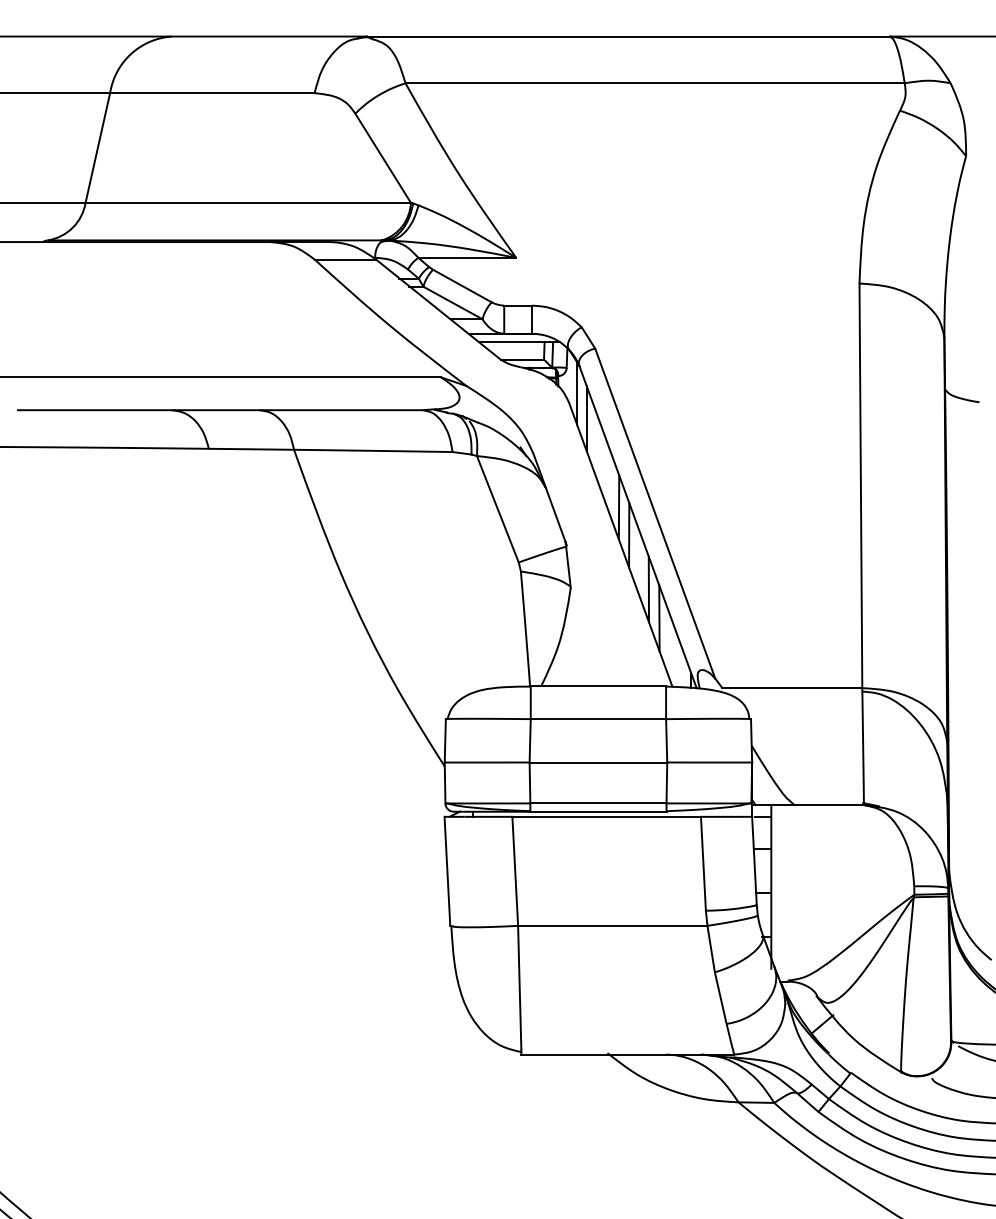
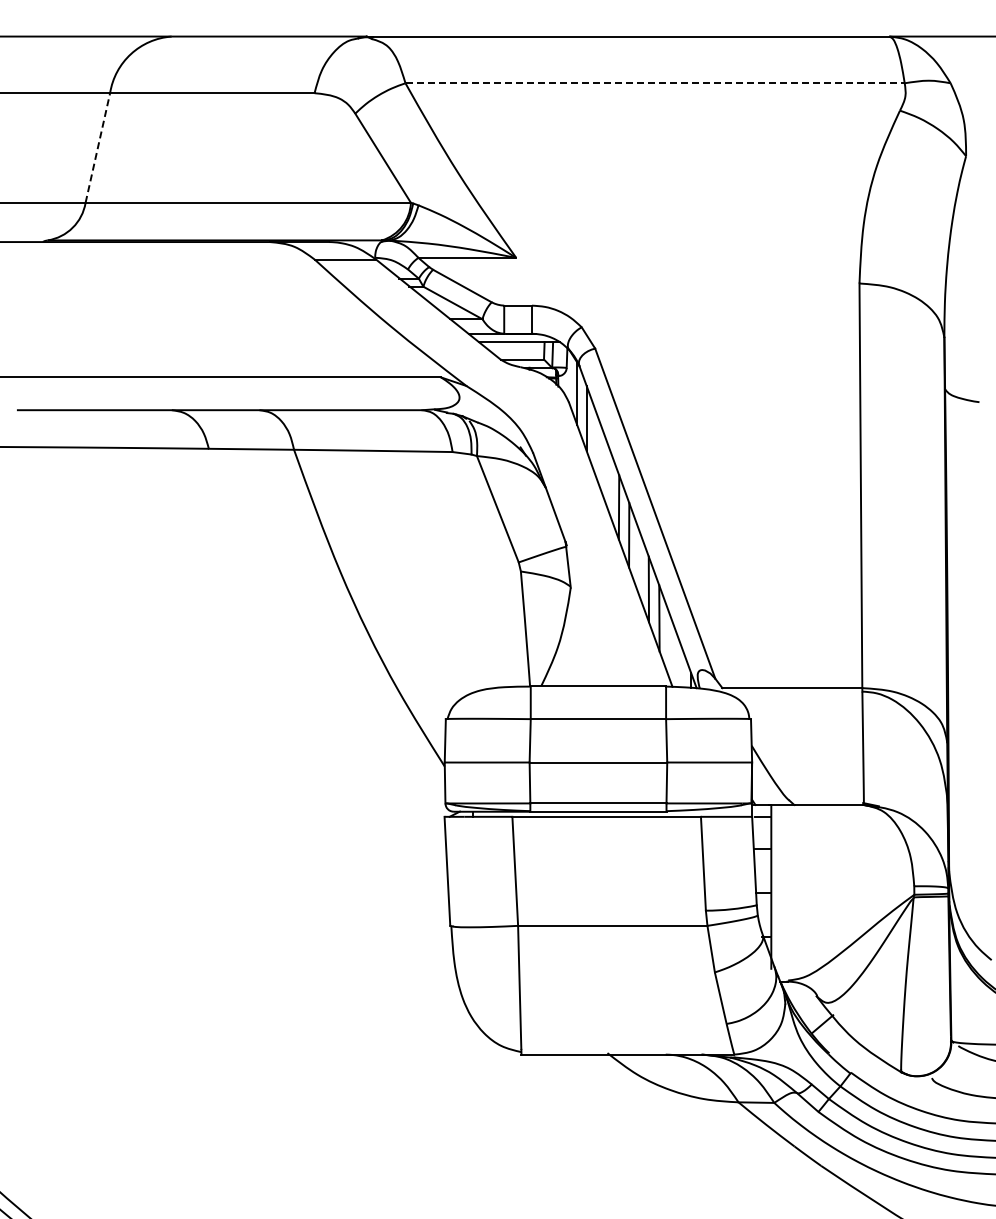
line at (655, 83): solid -> dashed
line at (97, 147): solid -> dashed
